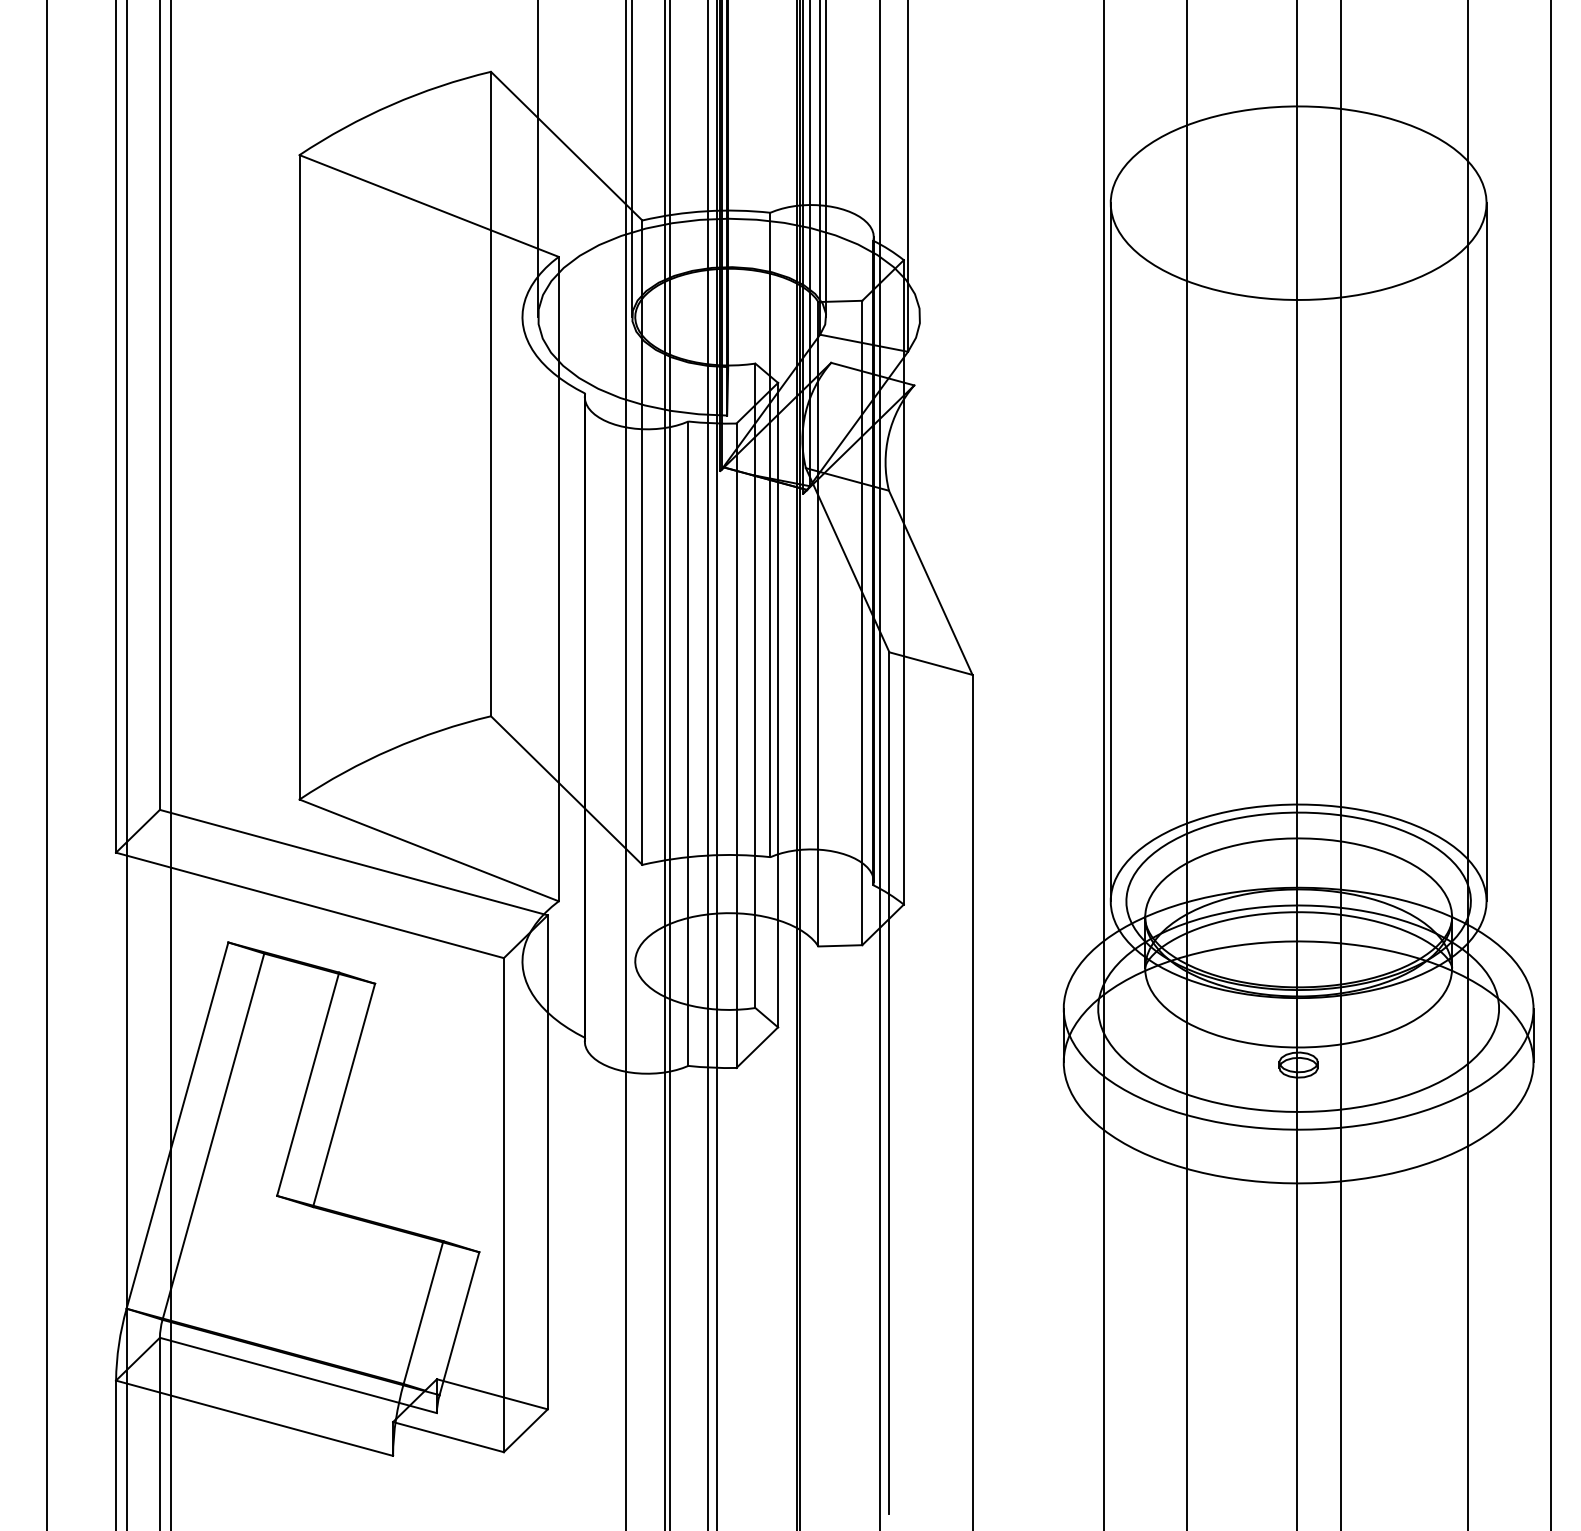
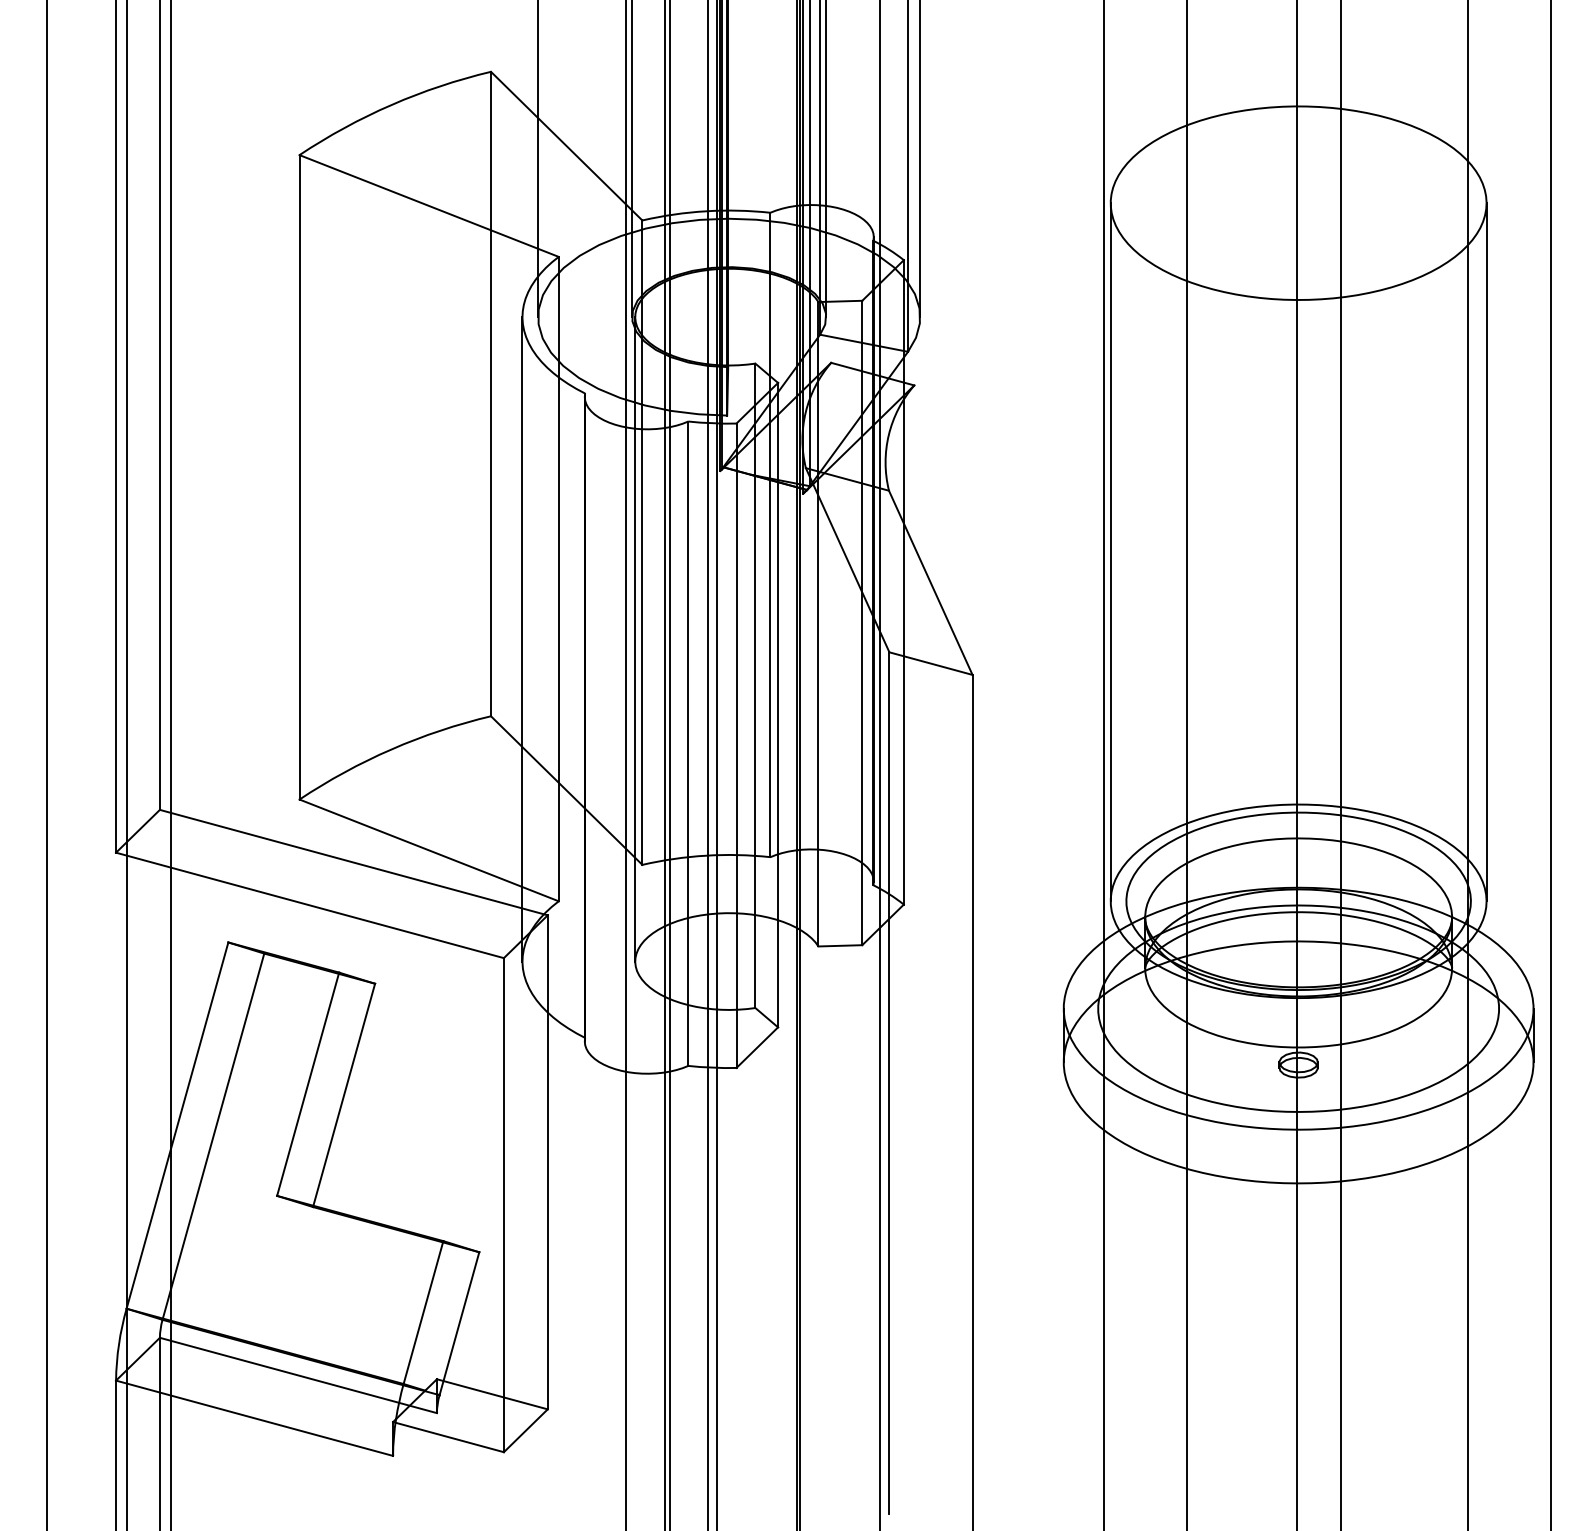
line at (920, 159): none -> present
line at (522, 639): none -> present
line at (635, 639): none -> present
